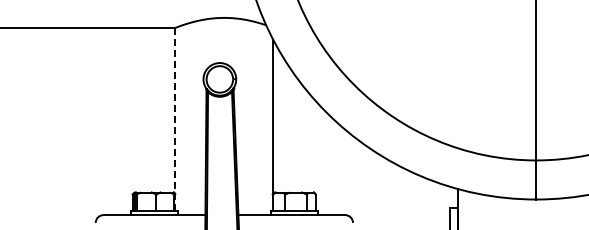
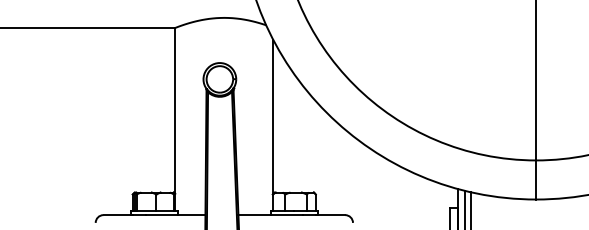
line at (175, 119): dashed -> solid
line at (464, 208): none -> present
line at (470, 209): none -> present
